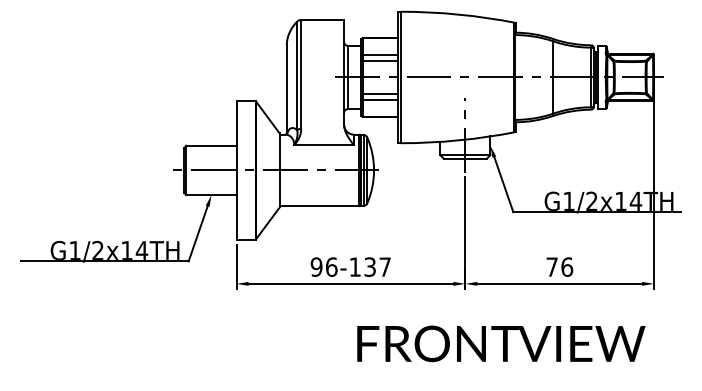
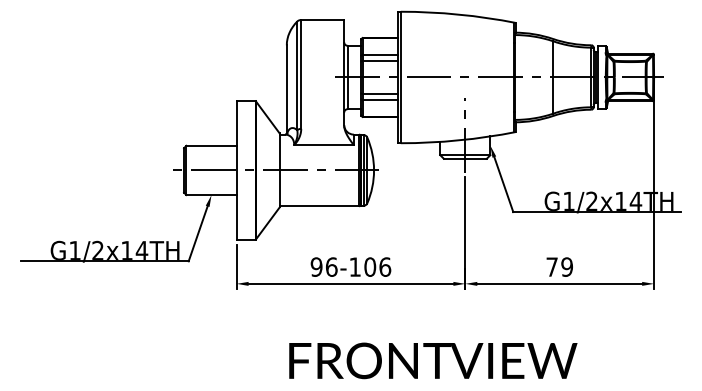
text at (377, 266): 96-137 -> 96-106
text at (567, 266): 76 -> 79
text at (501, 343) position: (501, 343) -> (433, 360)
